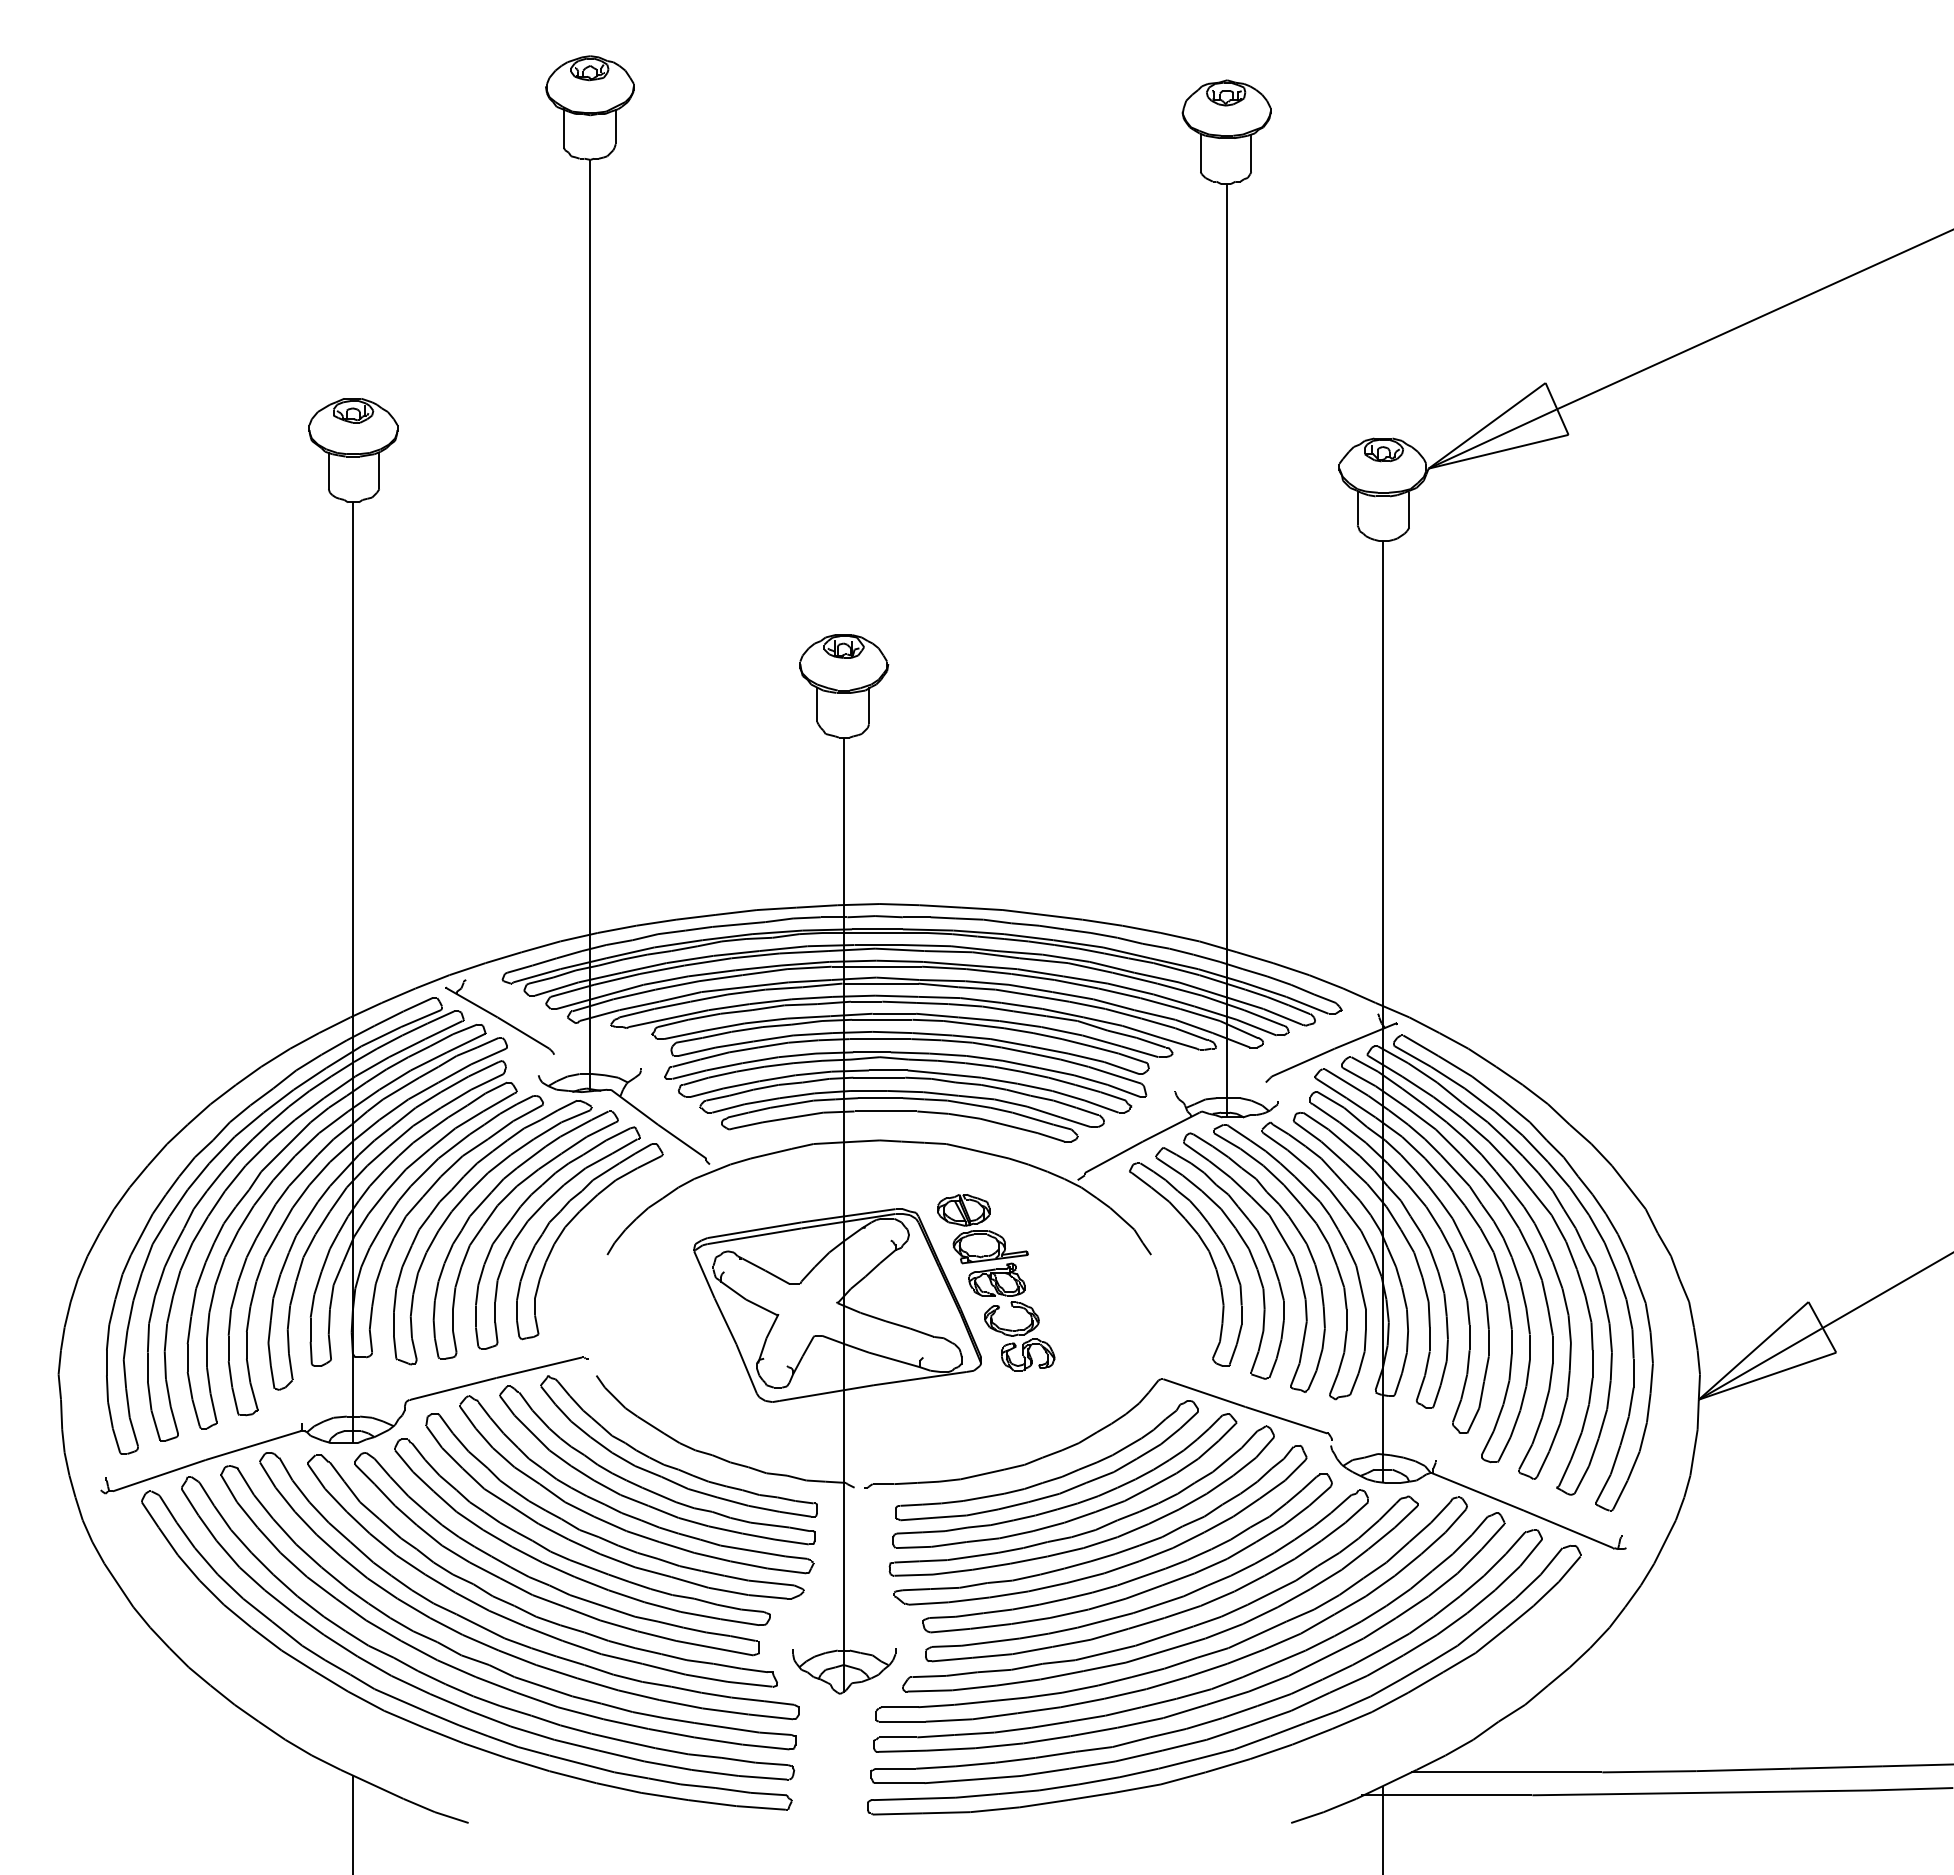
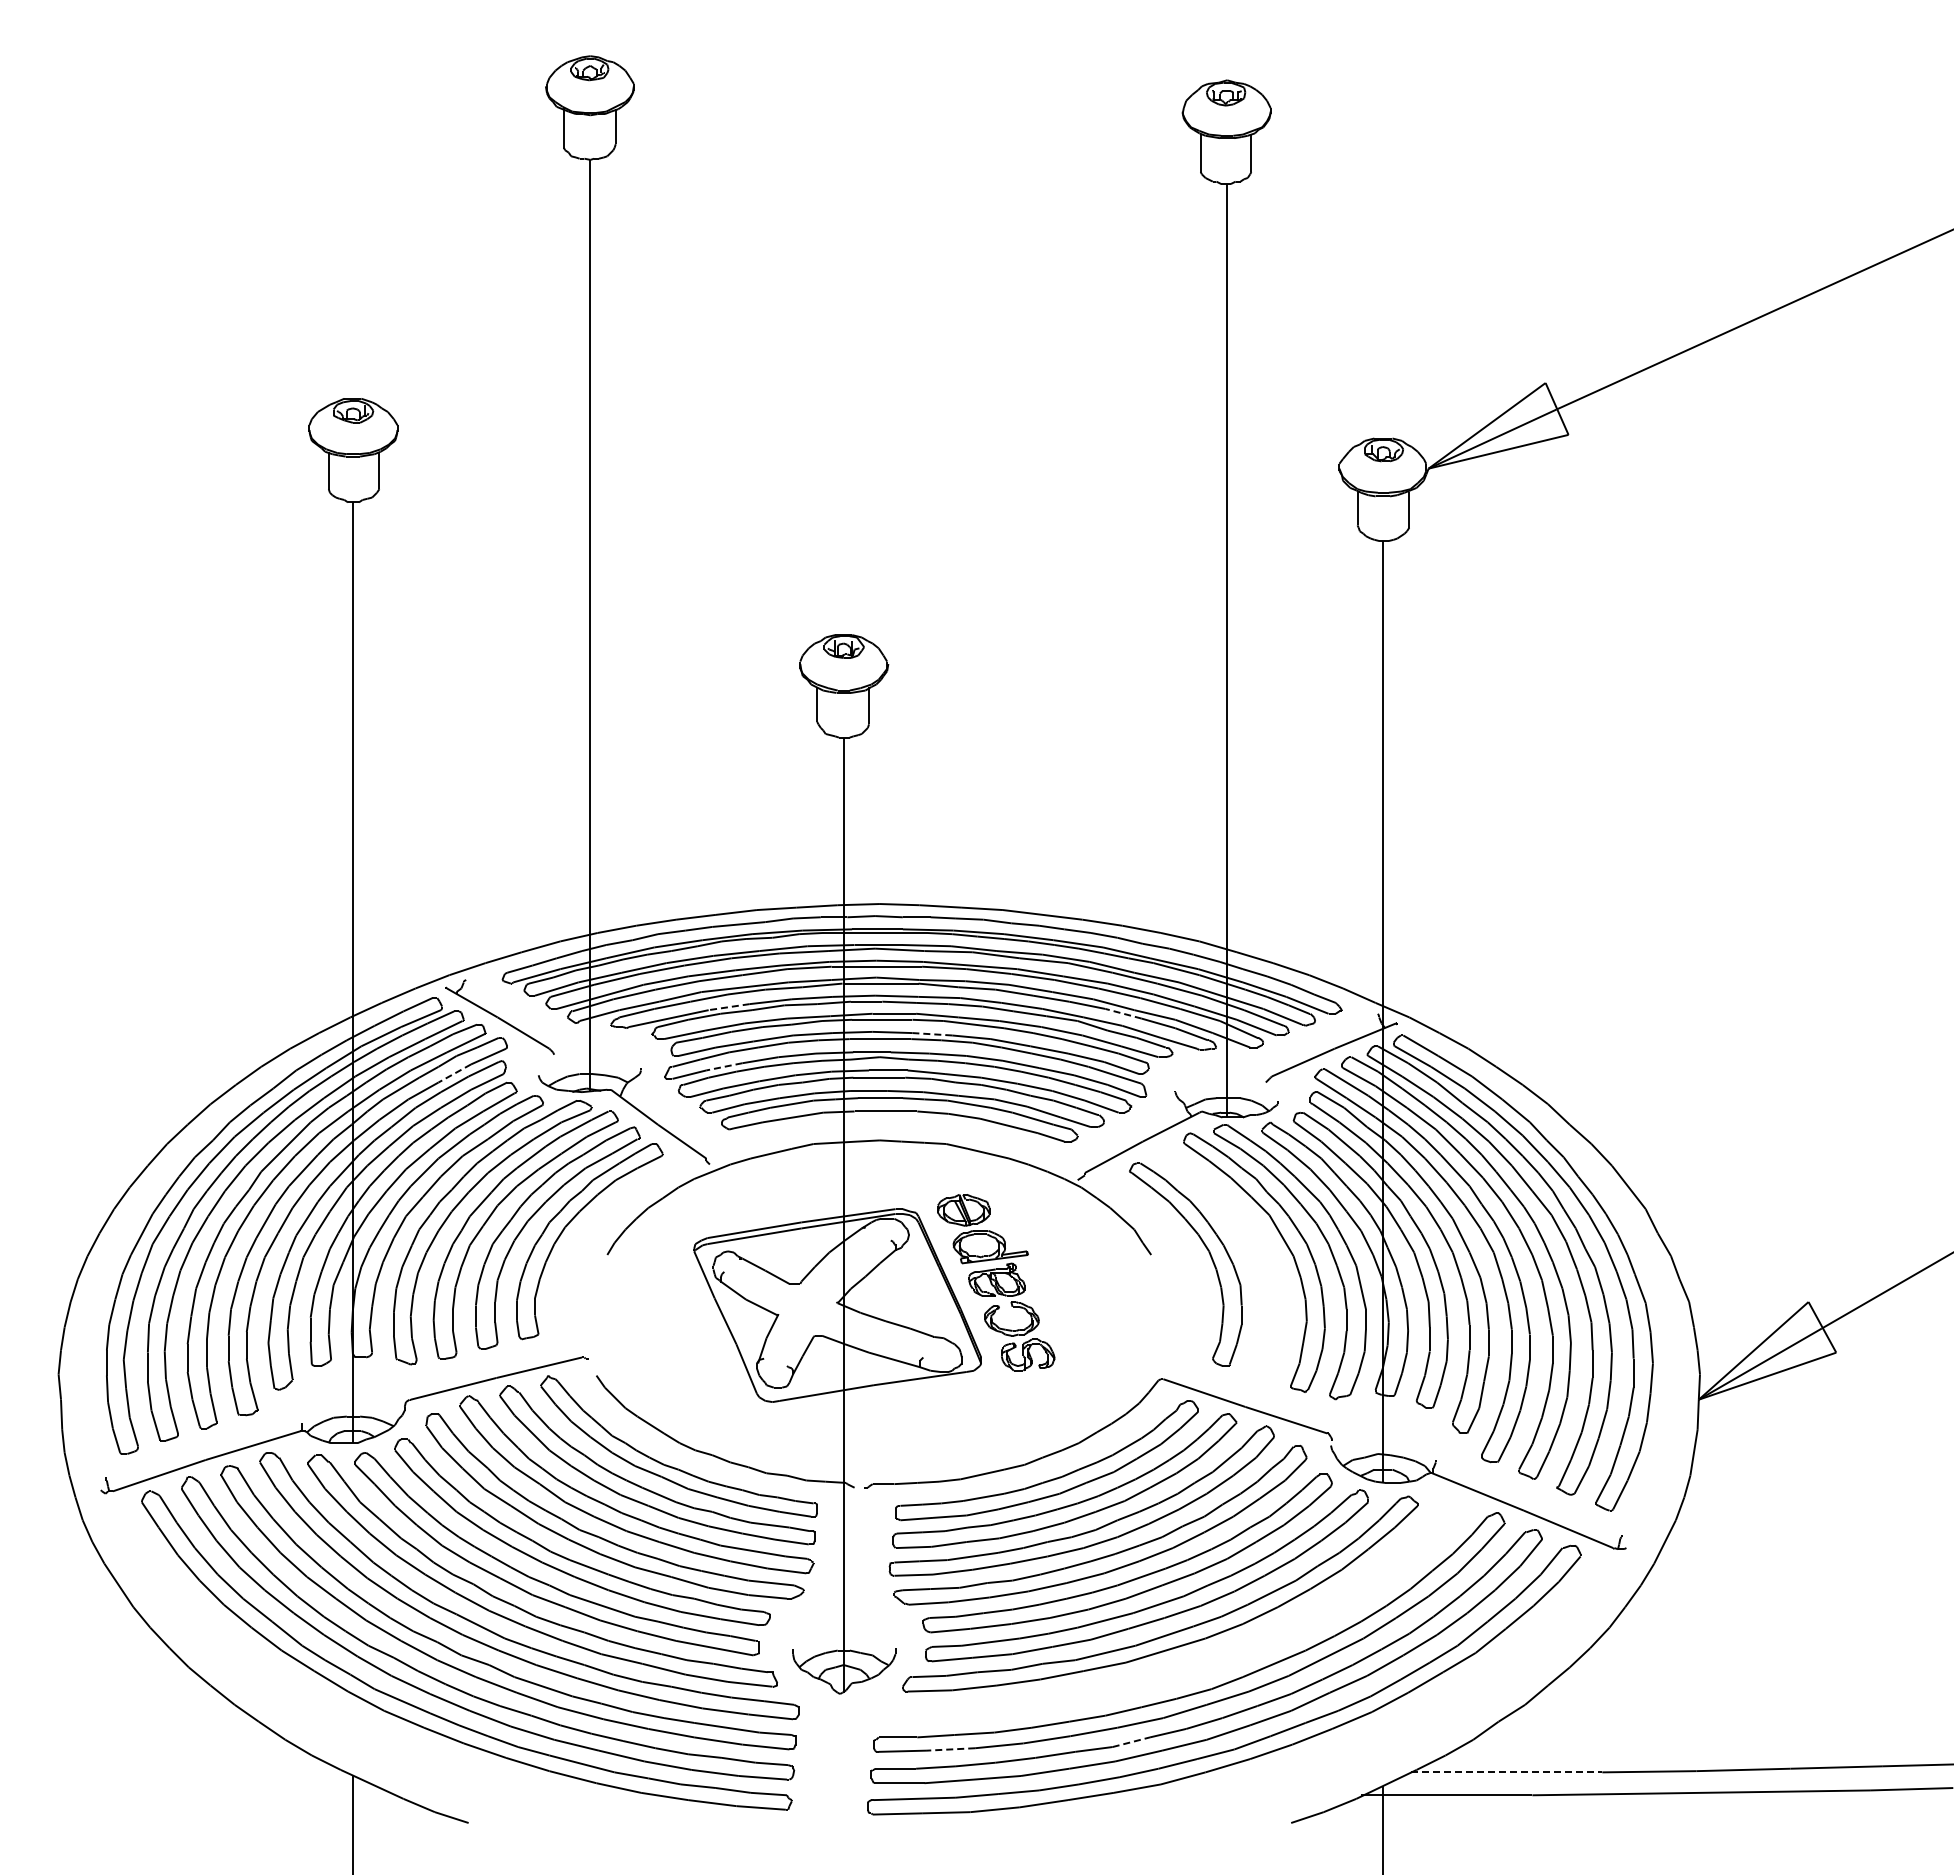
line at (729, 1007): solid -> dashed
line at (1123, 1013): solid -> dashed
line at (932, 1034): solid -> dashed
line at (723, 1066): solid -> dashed
line at (454, 1073): solid -> dashed
part at (1246, 1247): present -> none
part at (1188, 1659): present -> none
line at (1131, 1742): solid -> dashed
line at (950, 1749): solid -> dashed
line at (1506, 1772): solid -> dashed
